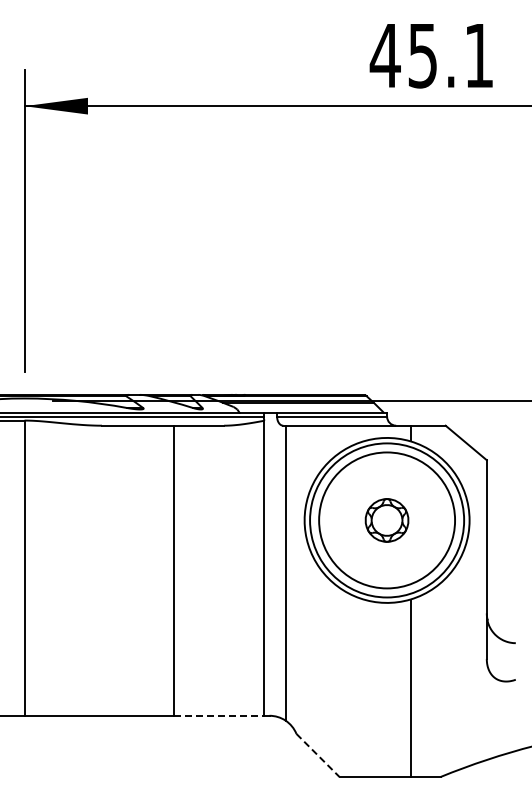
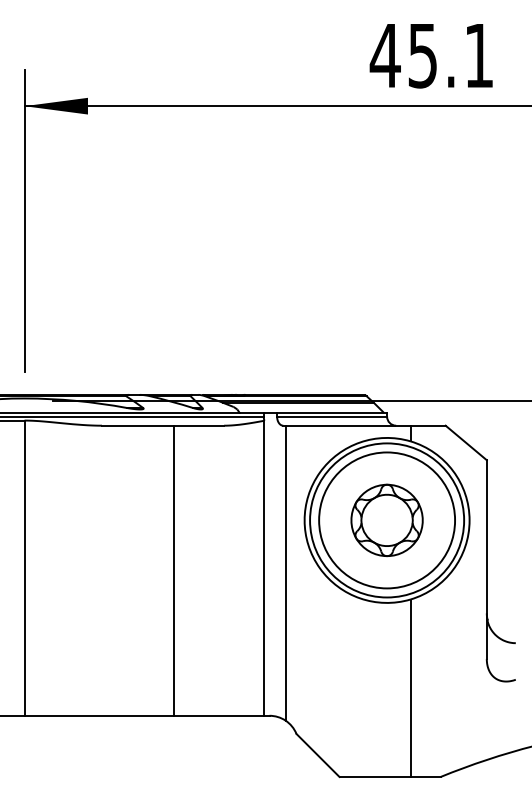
part at (386, 520) size: 46x45 px -> 74x75 px
line at (219, 715): dashed -> solid
line at (318, 755): dashed -> solid
